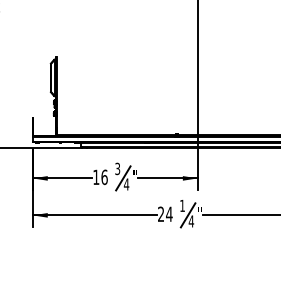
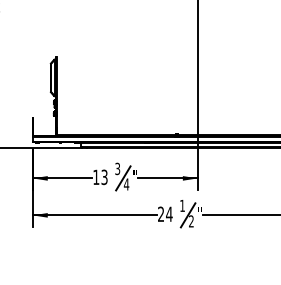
text at (104, 177): 16 -> 13
text at (191, 221): 4 -> 2
